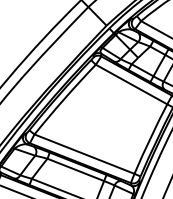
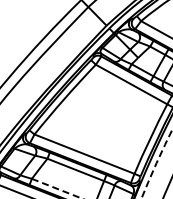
arc at (156, 163): solid -> dashed
line at (57, 188): solid -> dashed
